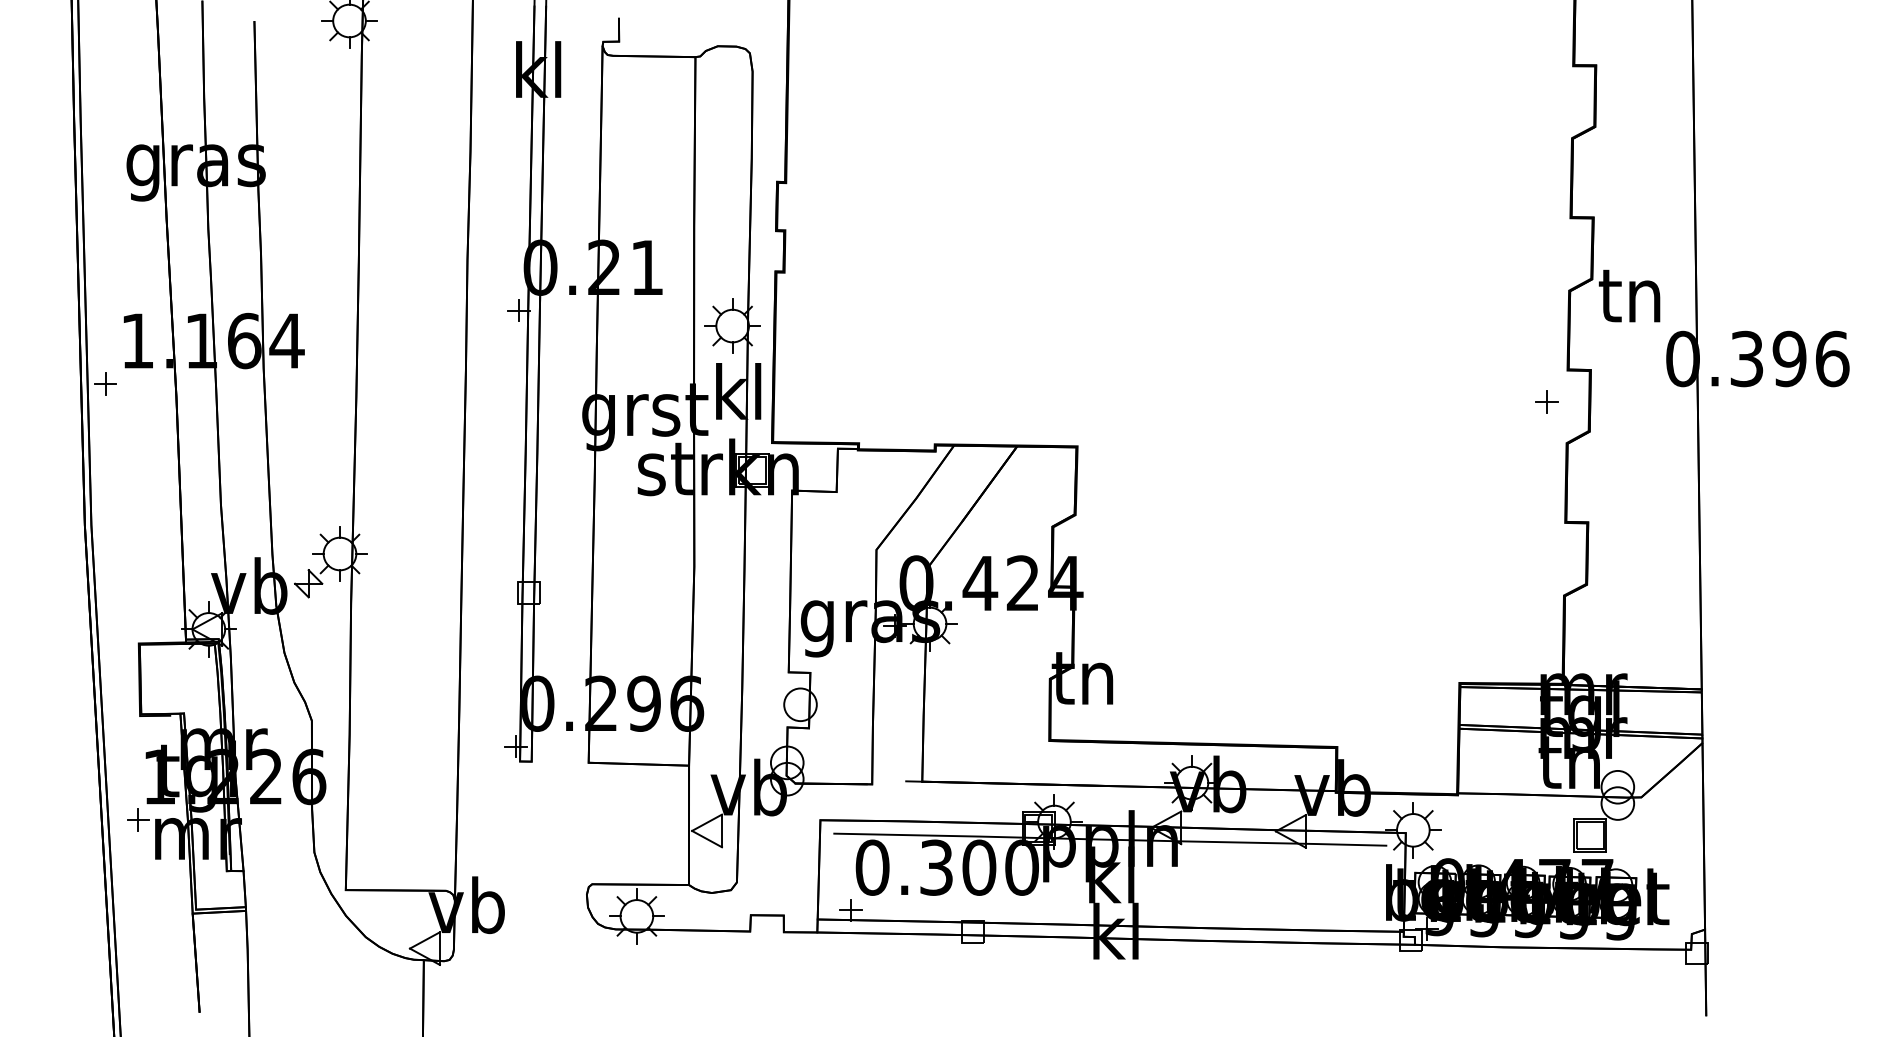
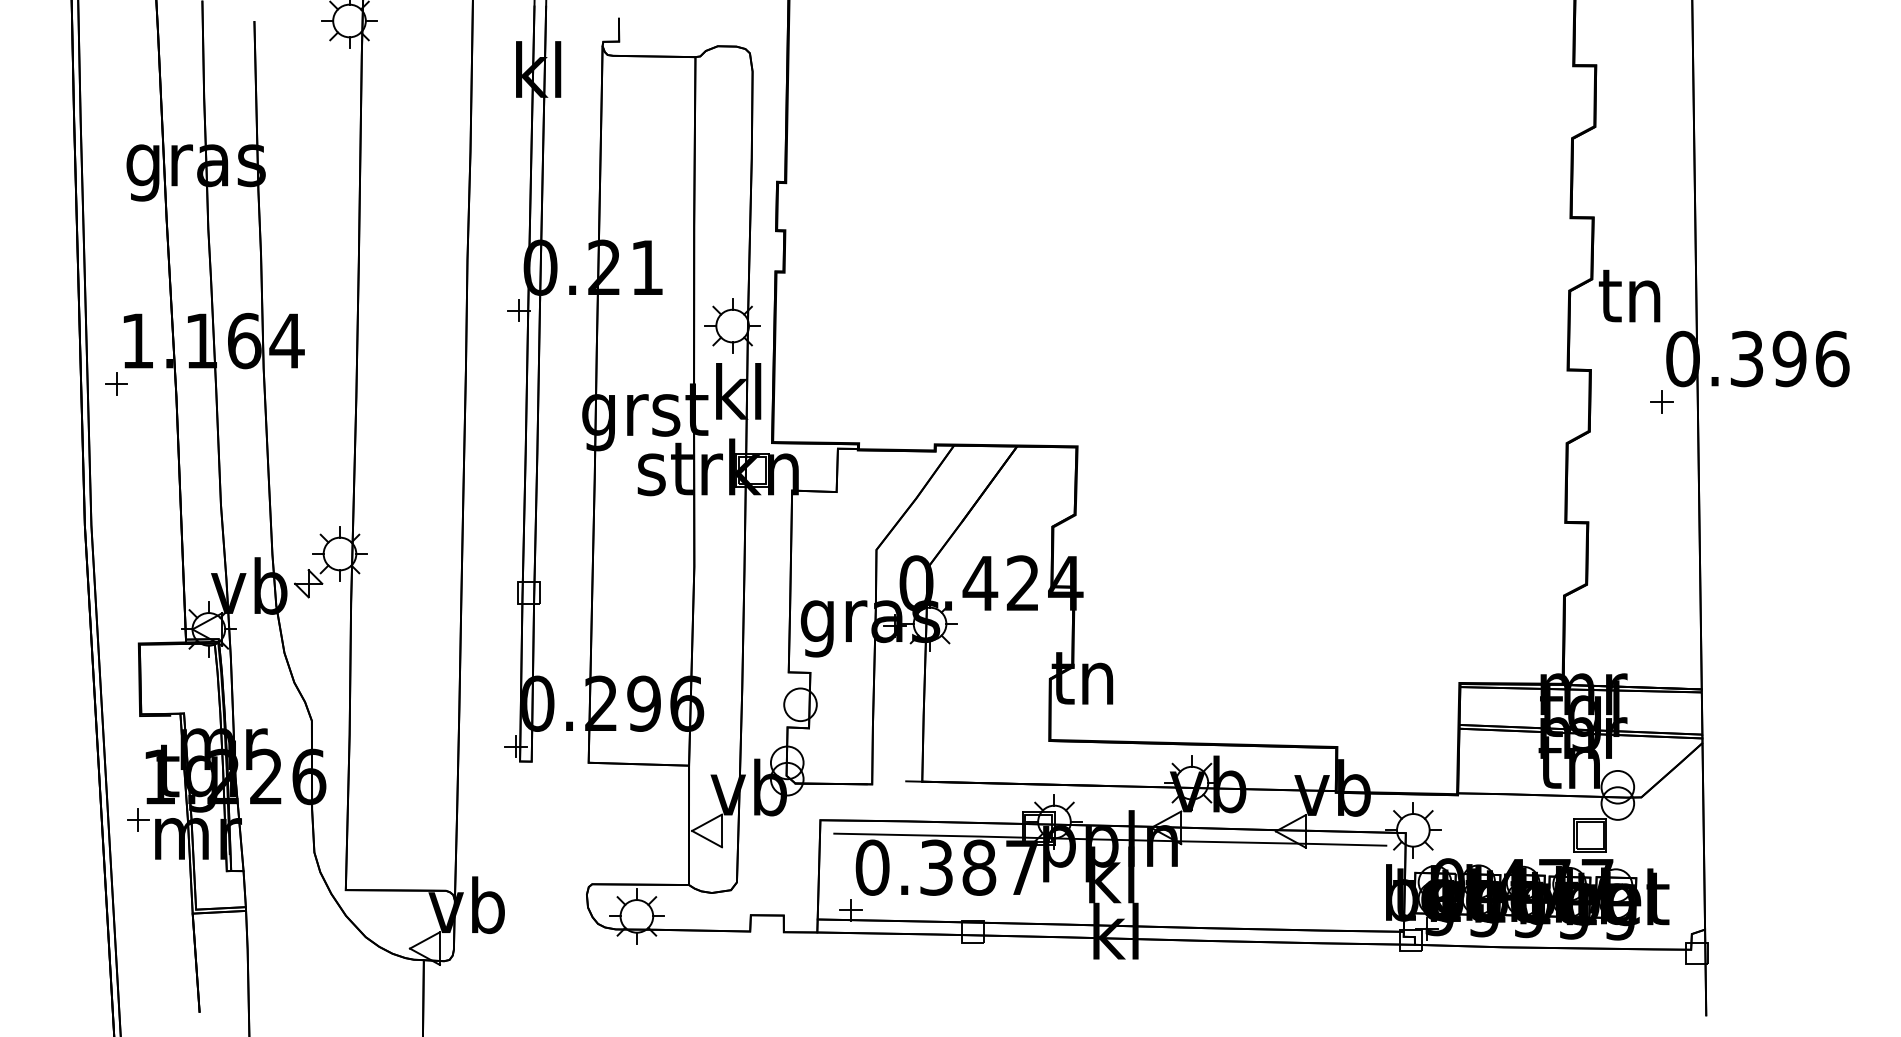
part at (105, 383) position: (105, 383) -> (116, 383)
part at (1546, 401) position: (1546, 401) -> (1661, 401)
text at (1000, 867): 0.300 -> 0.387
